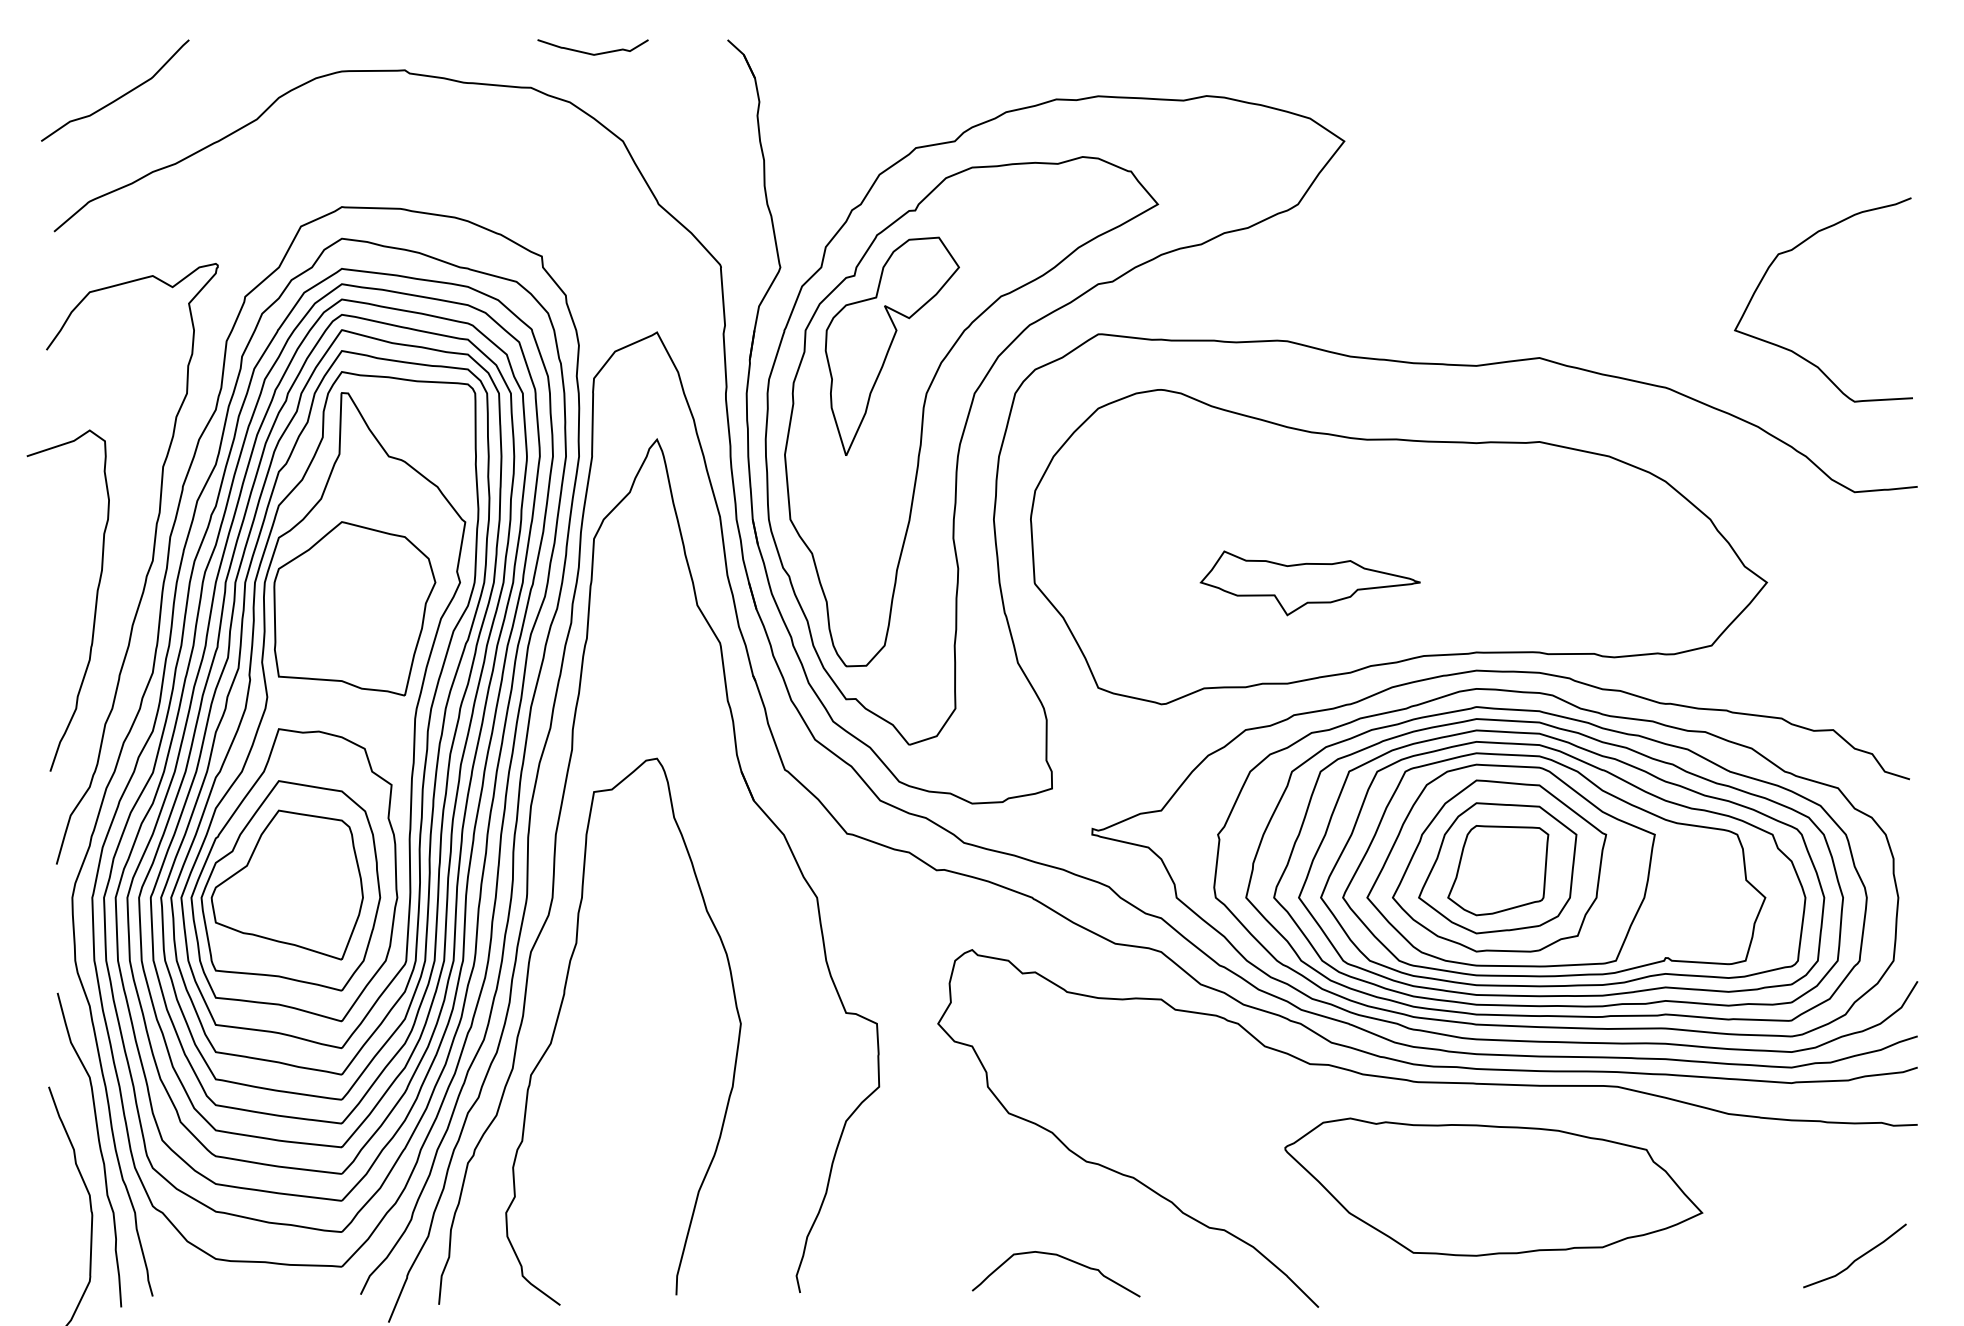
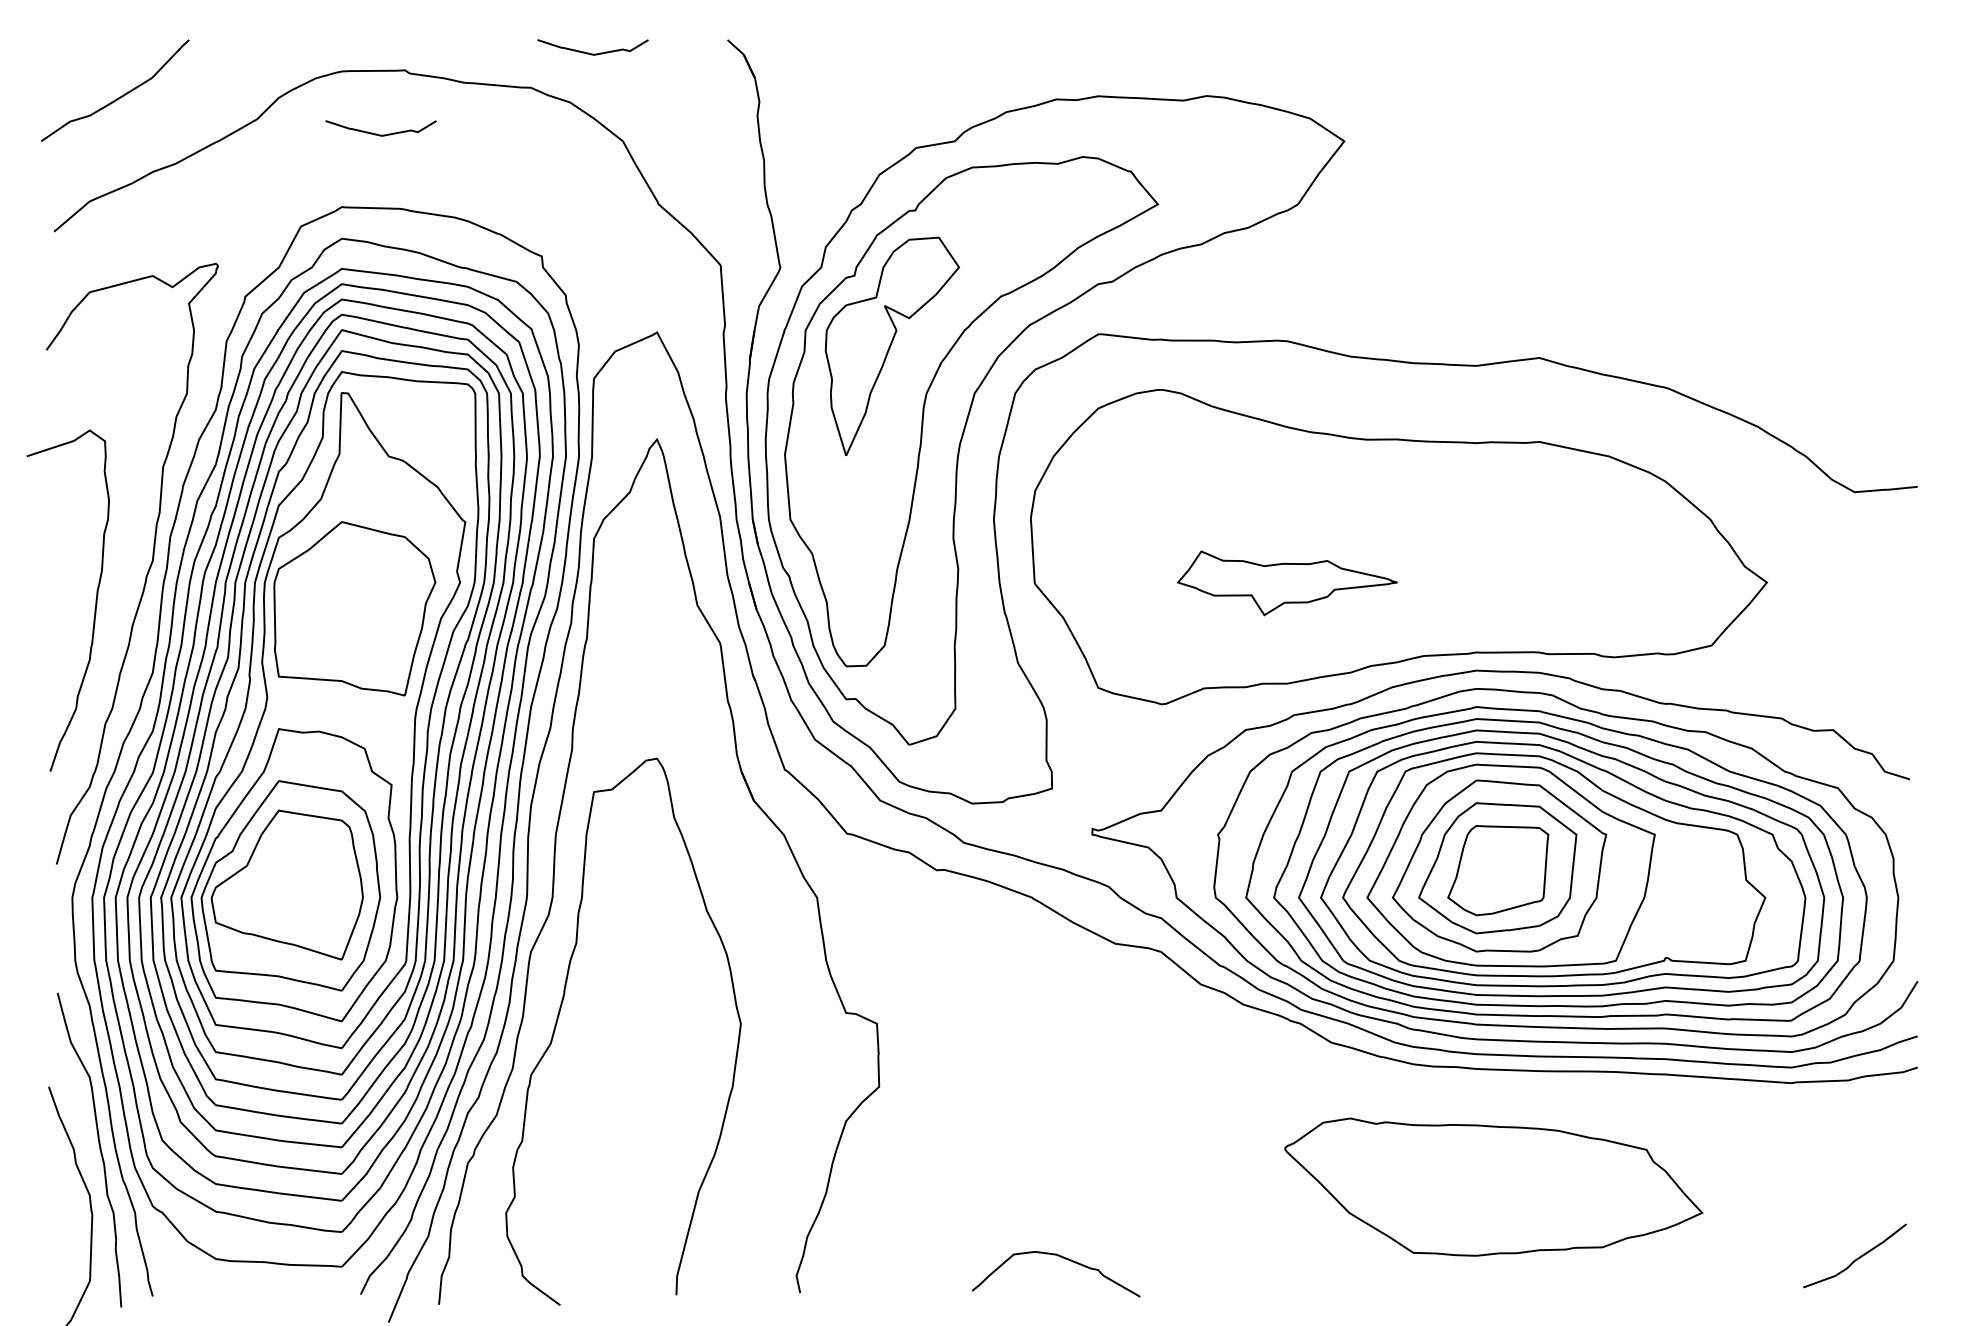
curve at (380, 134): none -> present
curve at (1794, 249): present -> none
part at (1309, 583) position: (1309, 583) -> (1286, 583)
curve at (1427, 1083): present -> none
